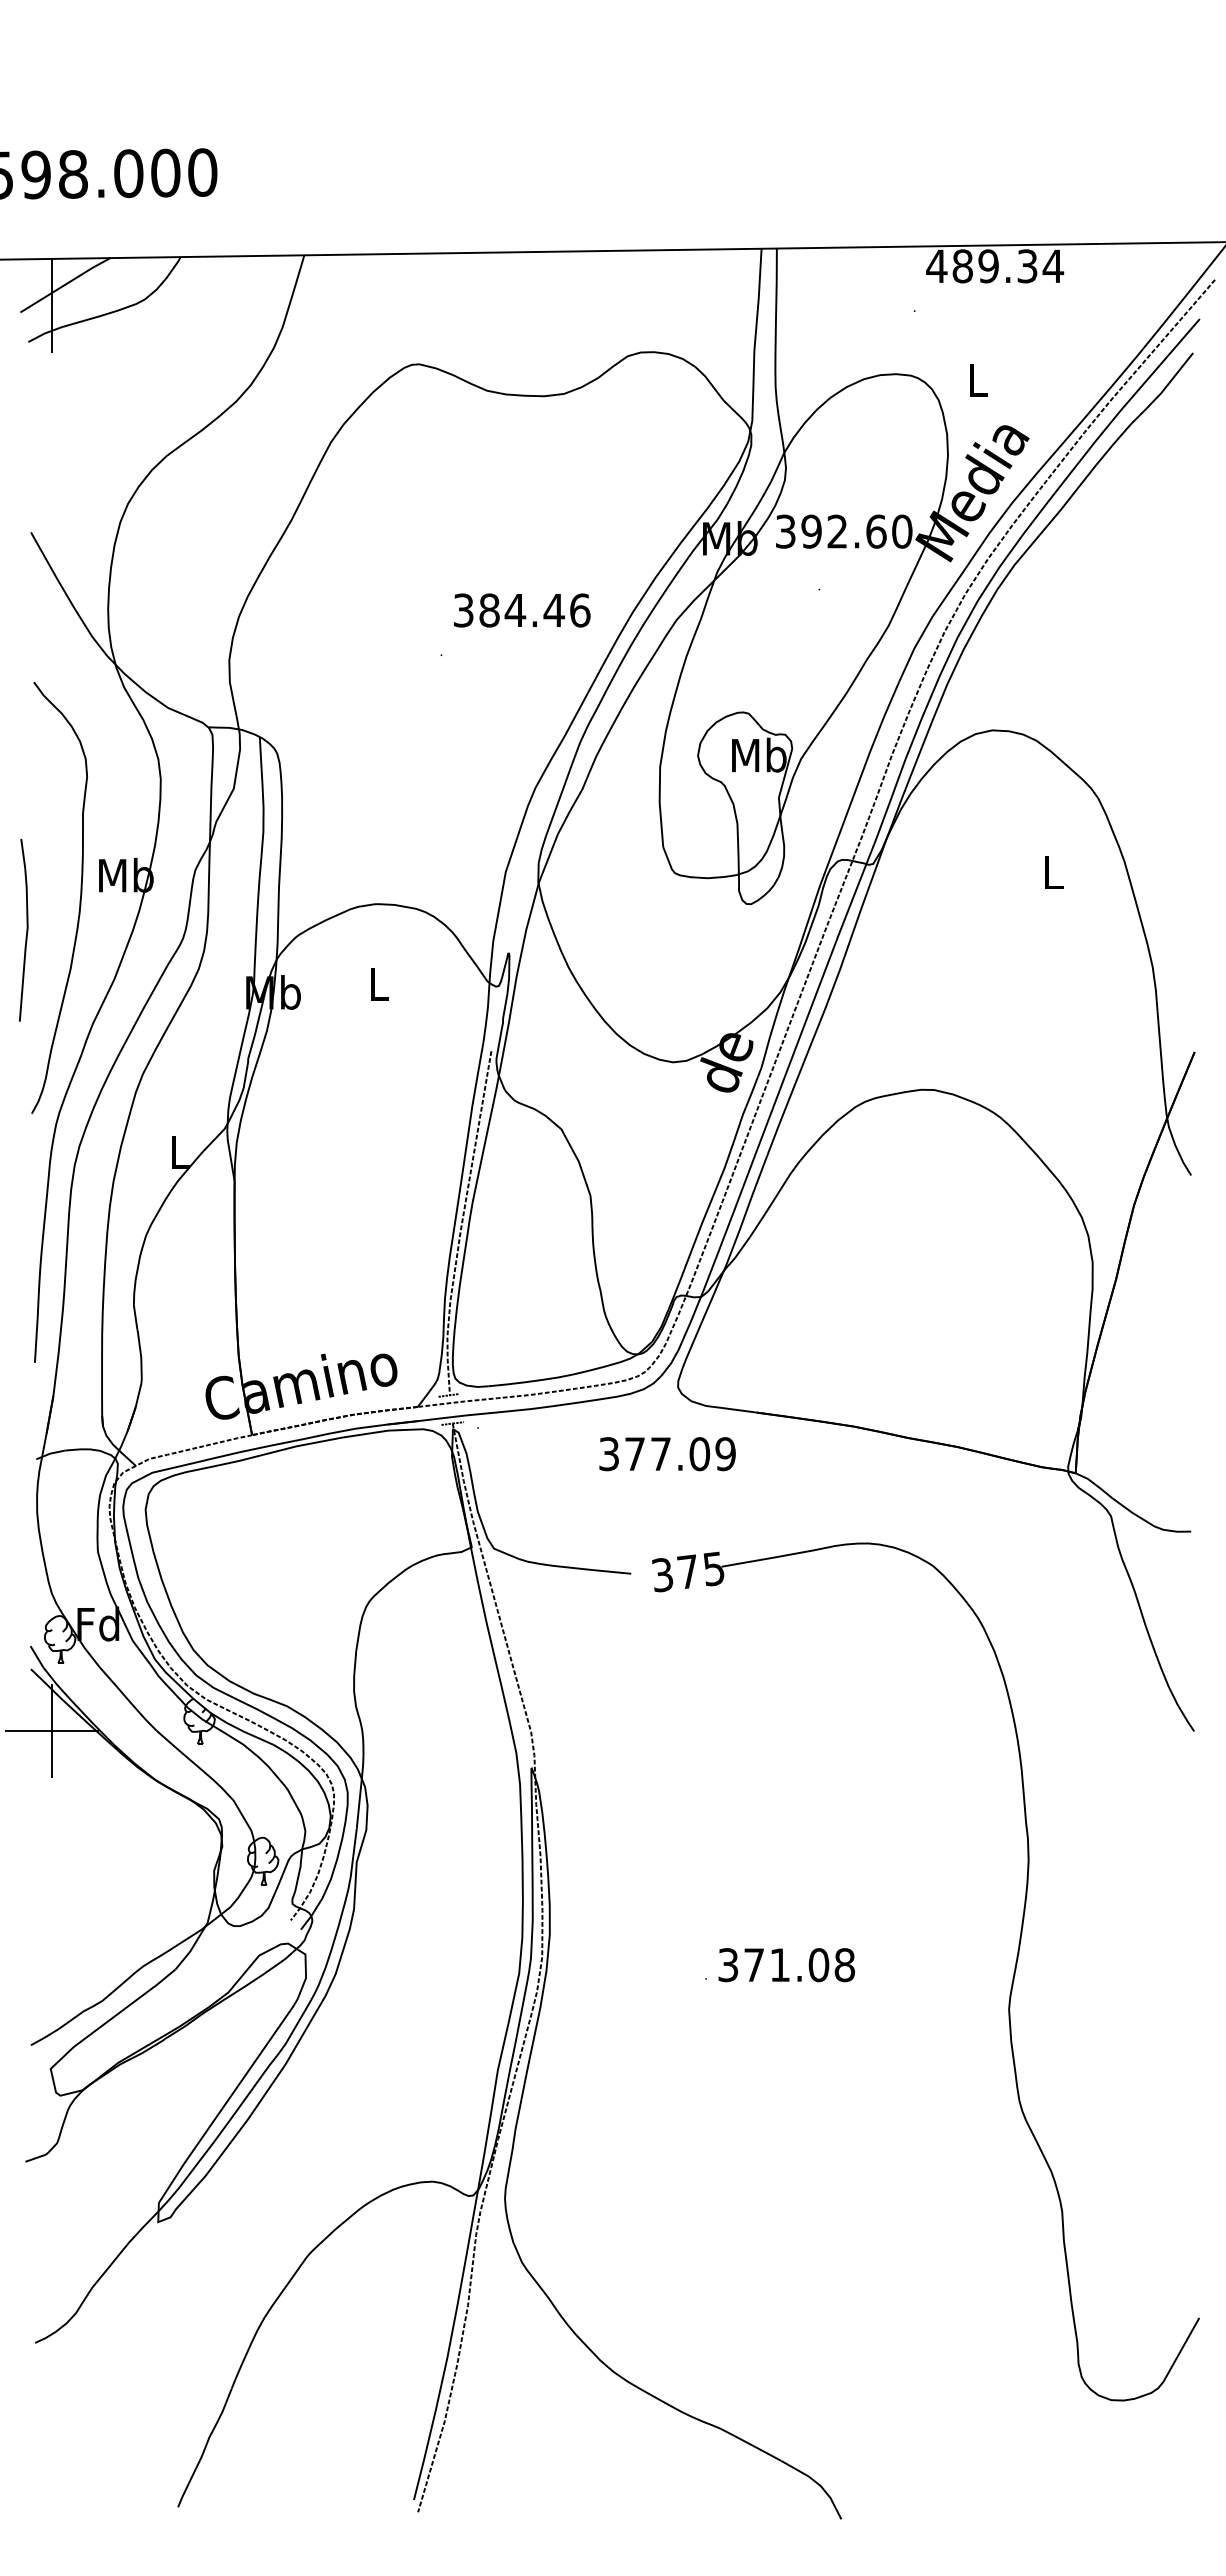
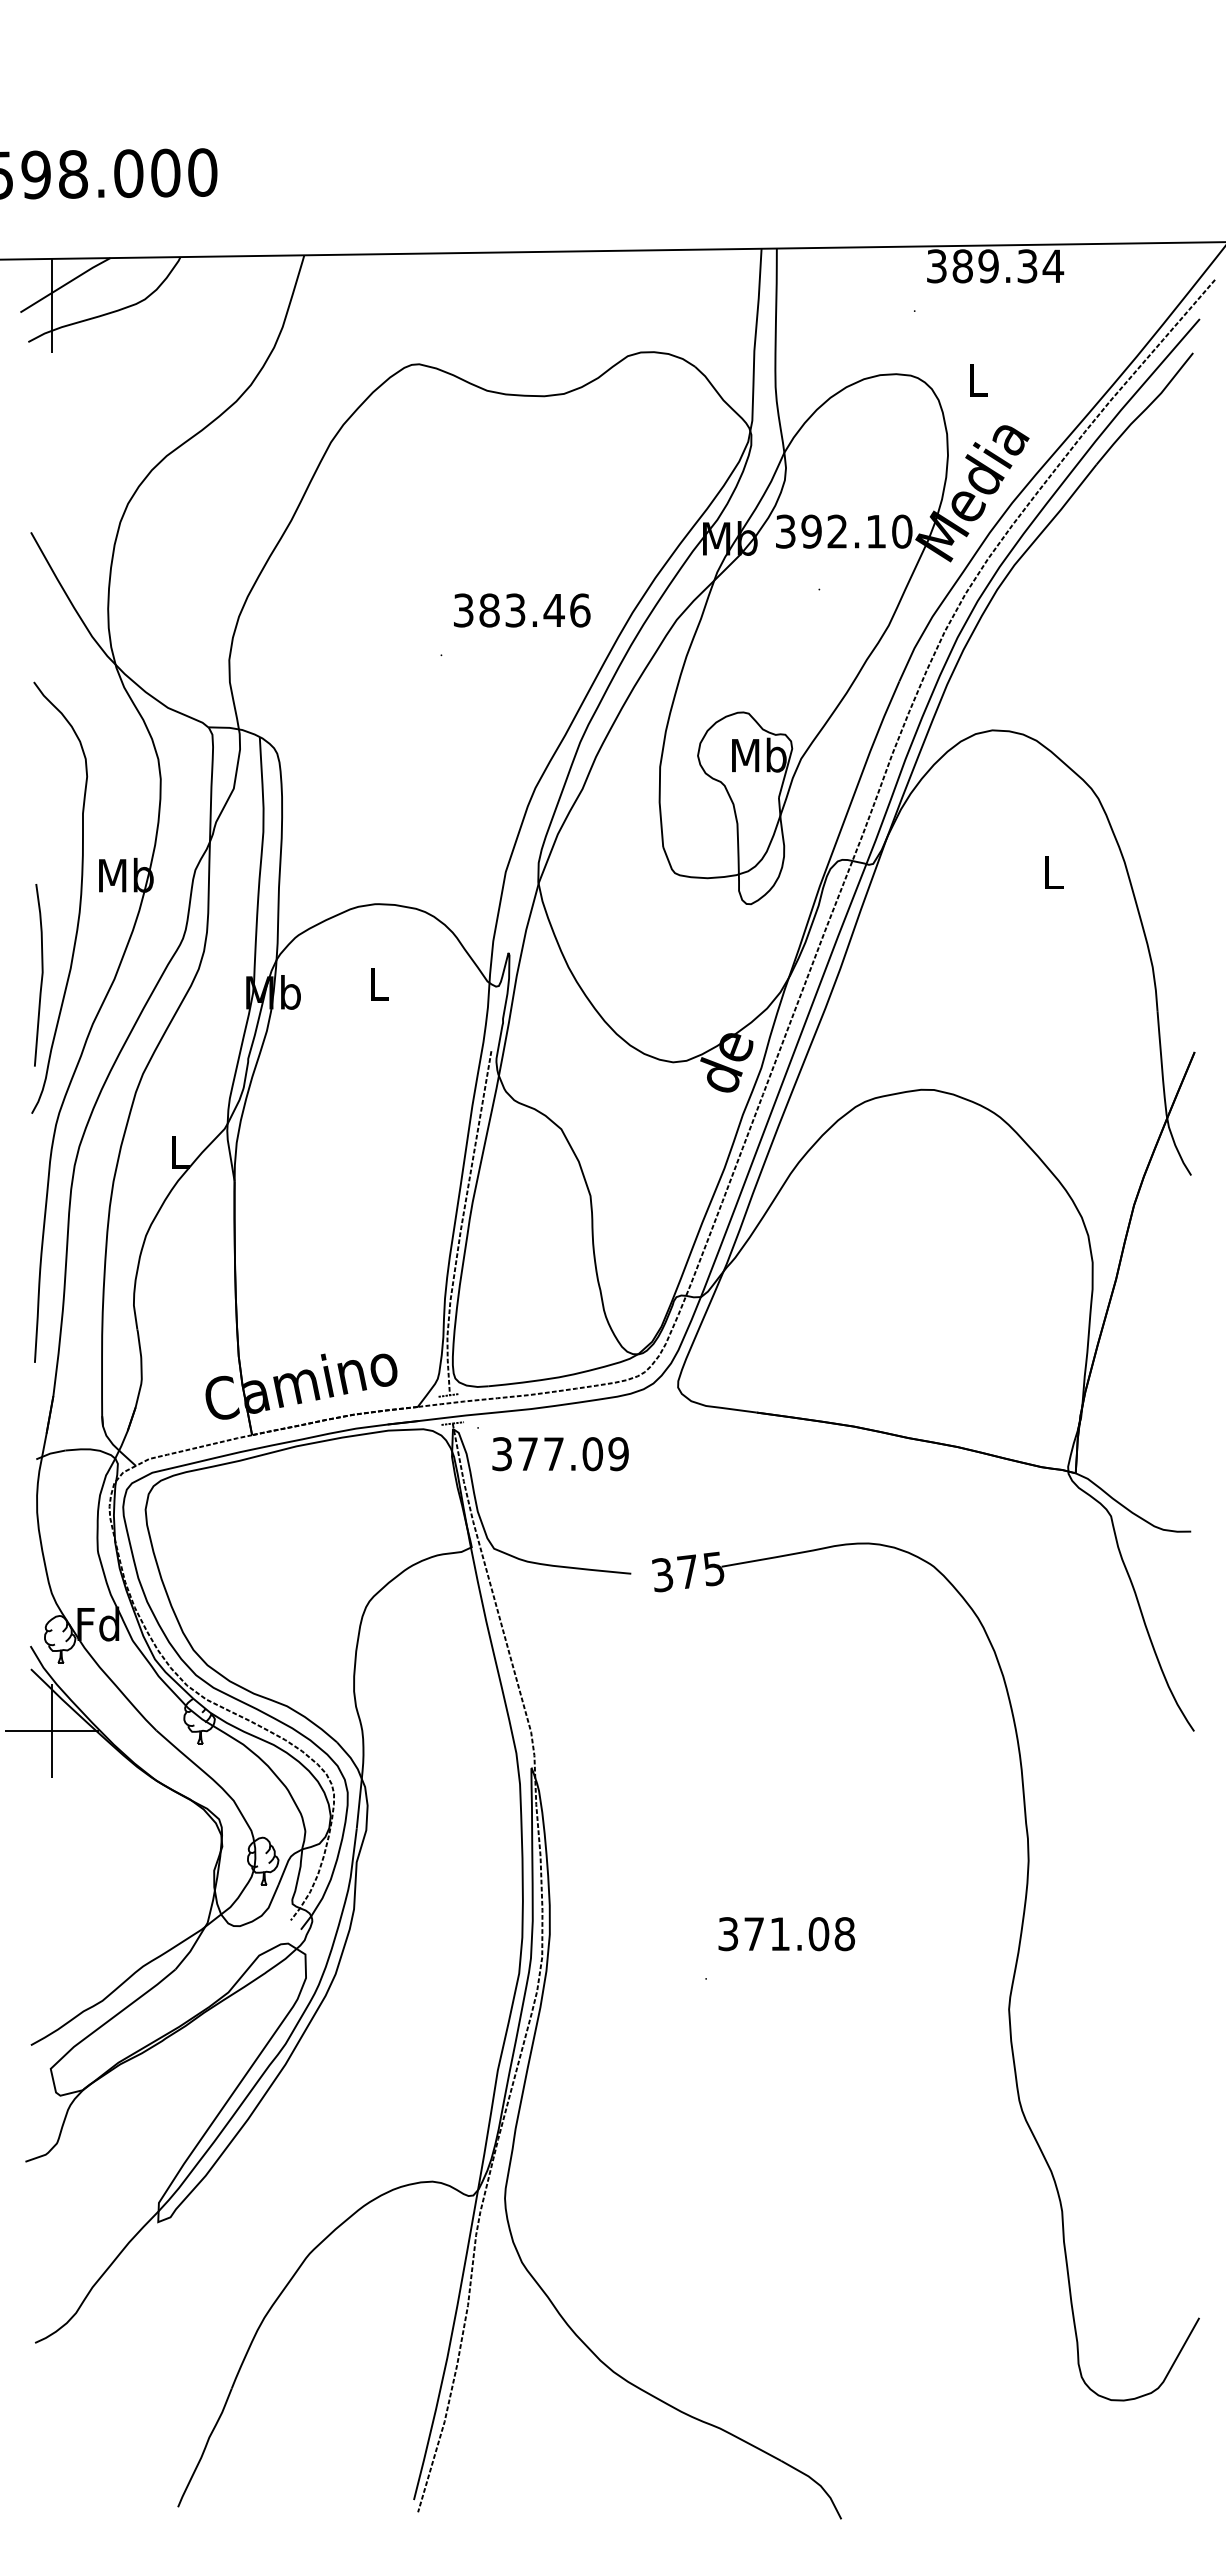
text at (936, 266): 489.34 -> 389.34
text at (876, 531): 392.60 -> 392.10
text at (515, 610): 384.46 -> 383.46
curve at (26, 930) position: (26, 930) -> (41, 975)
text at (667, 1454) position: (667, 1454) -> (560, 1454)
text at (786, 1965) position: (786, 1965) -> (786, 1934)
